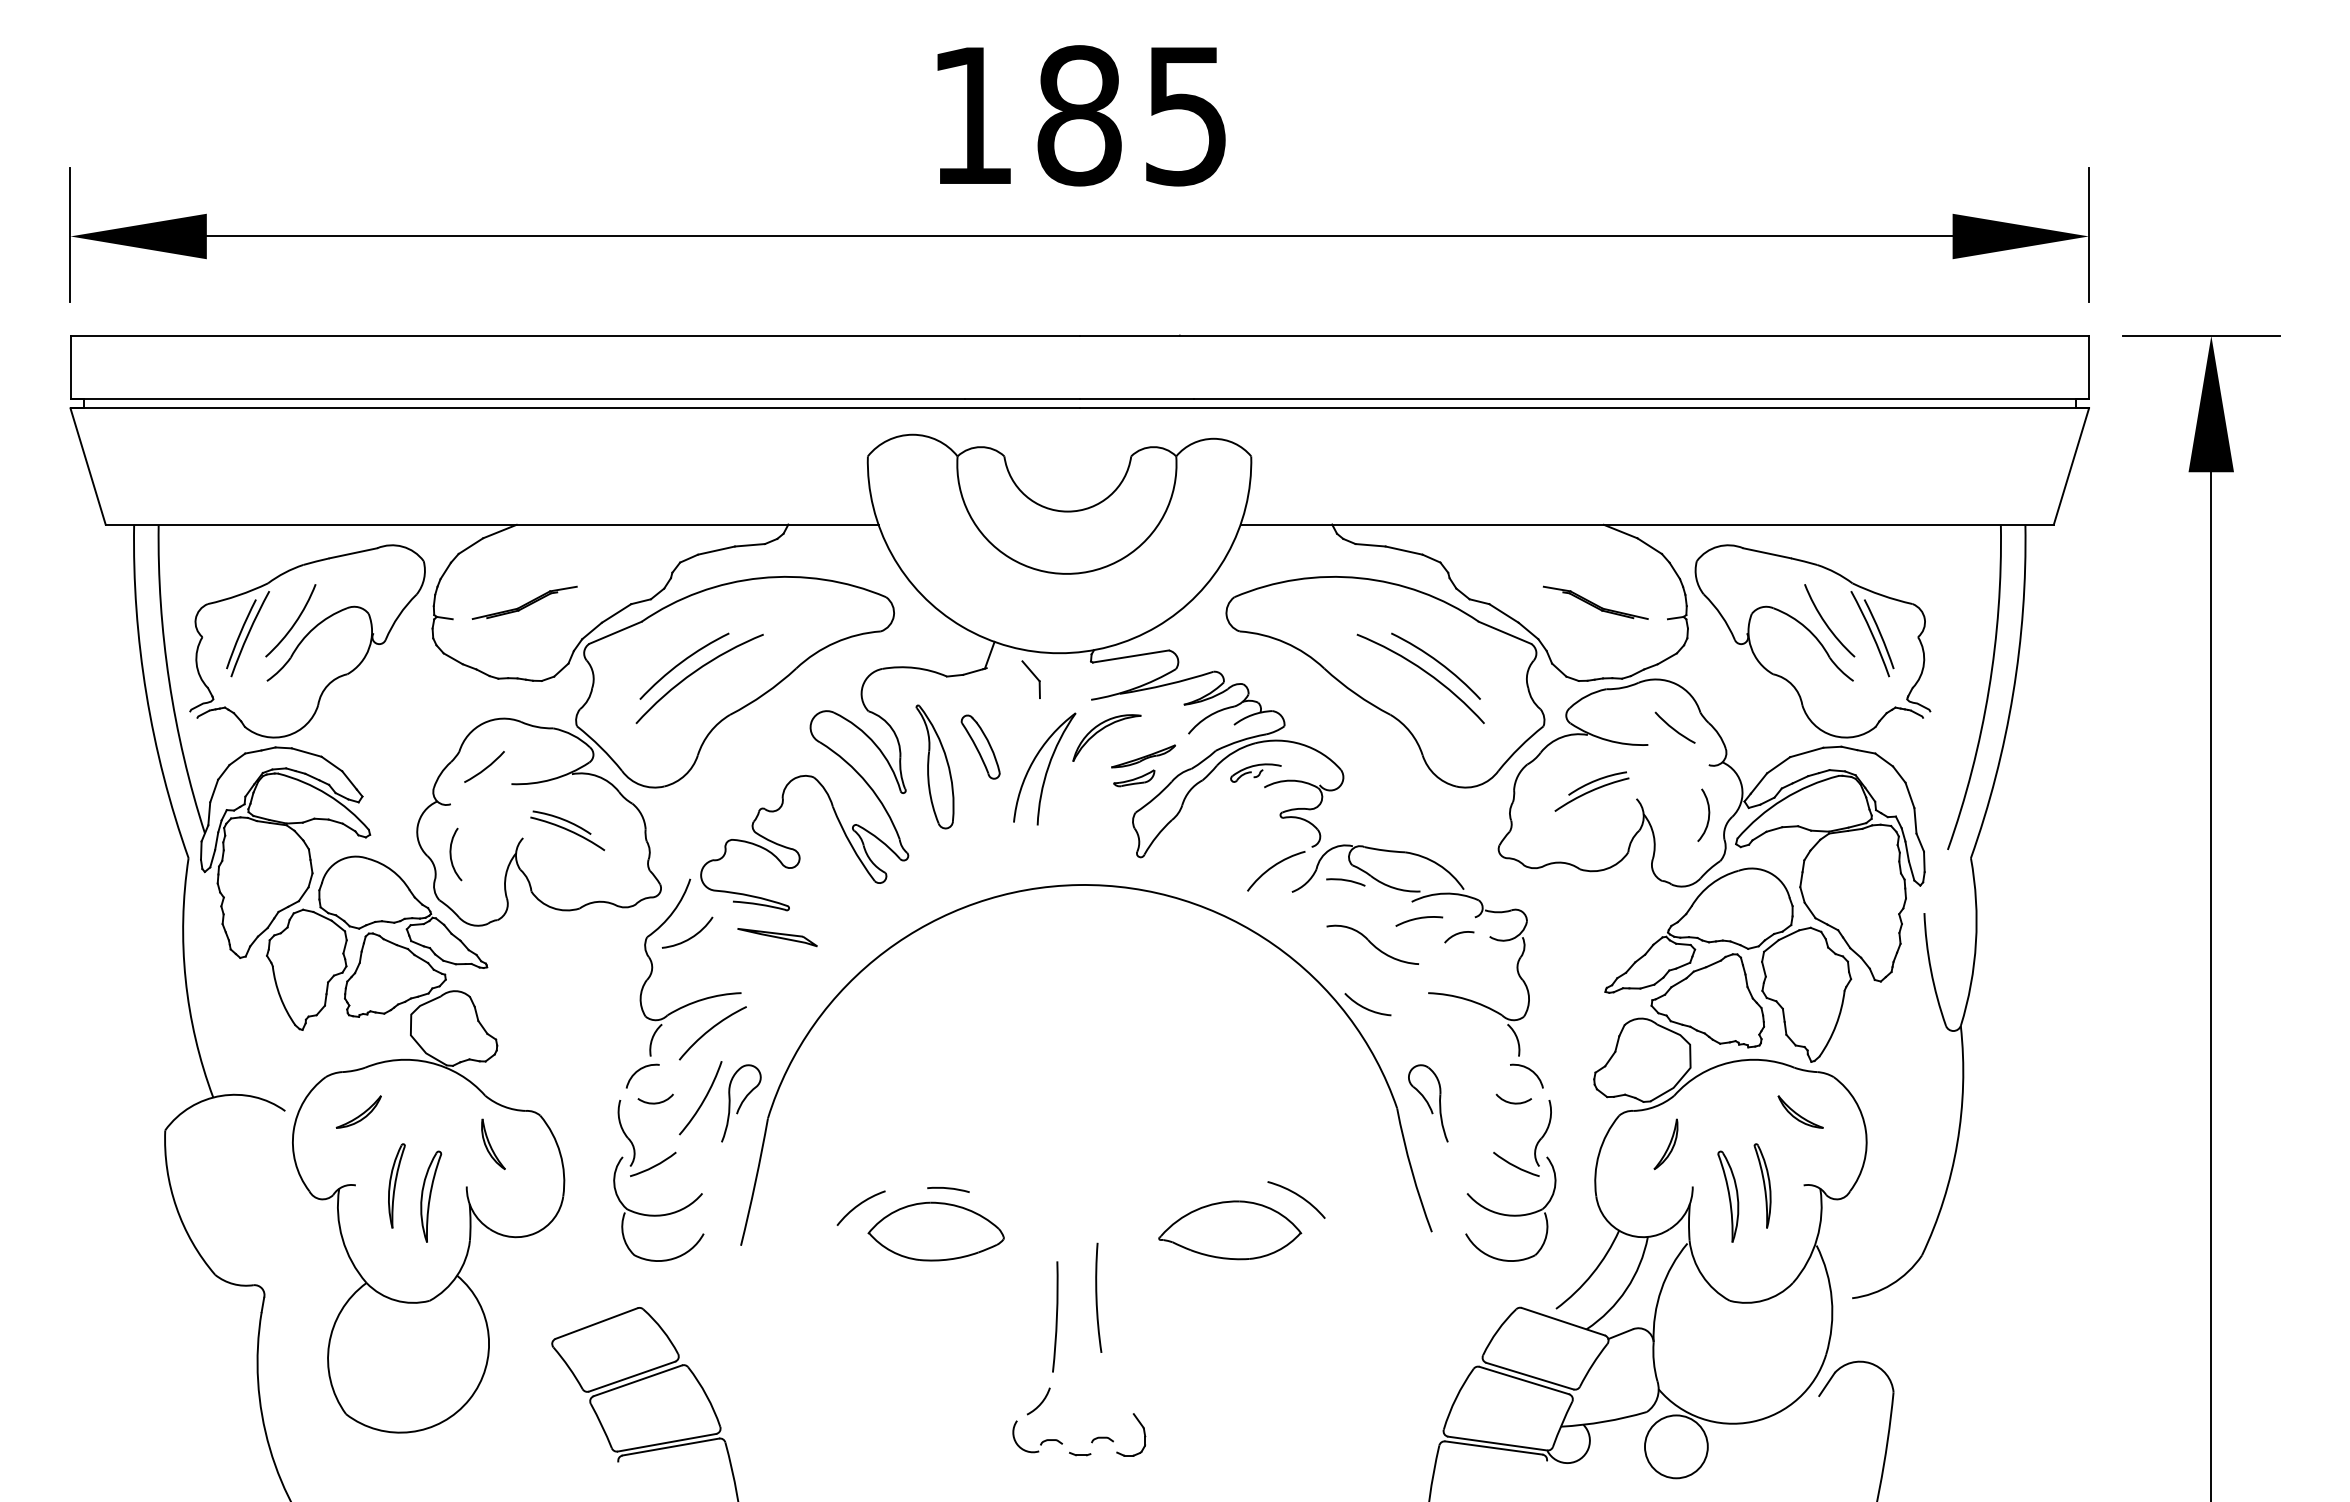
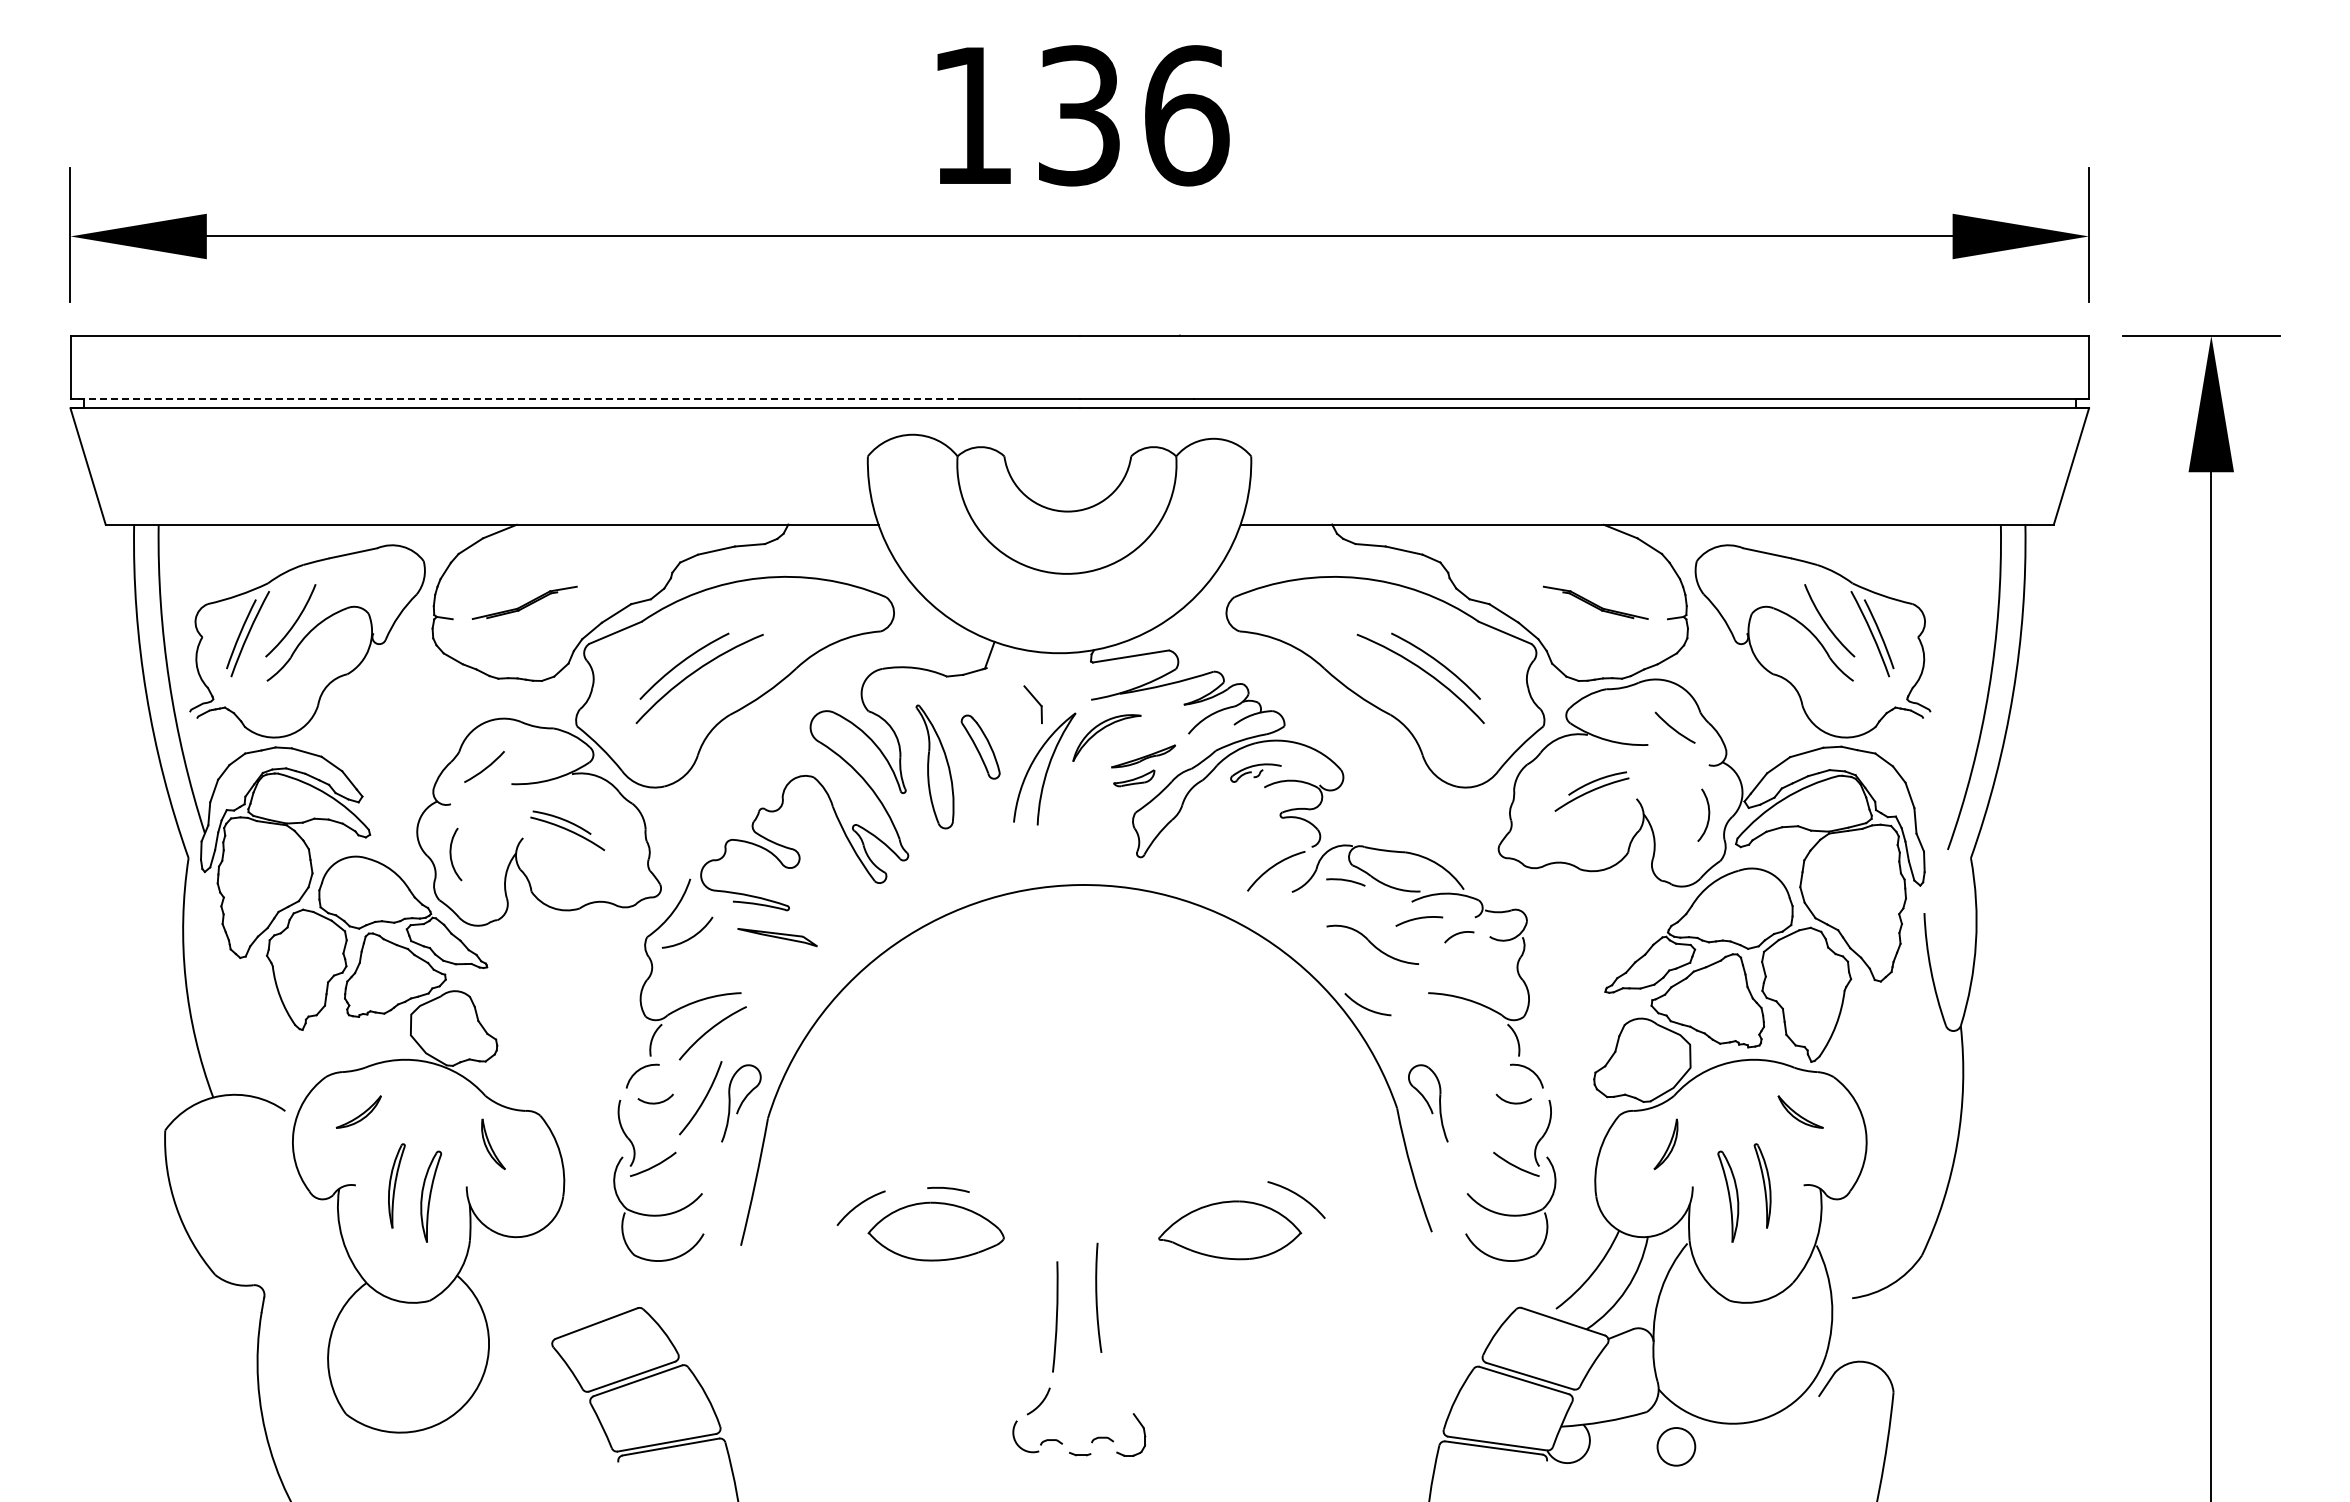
text at (1133, 115): 185 -> 136
line at (517, 399): solid -> dashed
part at (1030, 679) position: (1030, 679) -> (1032, 704)
circle at (1675, 1446) diameter: 63 px -> 38 px
